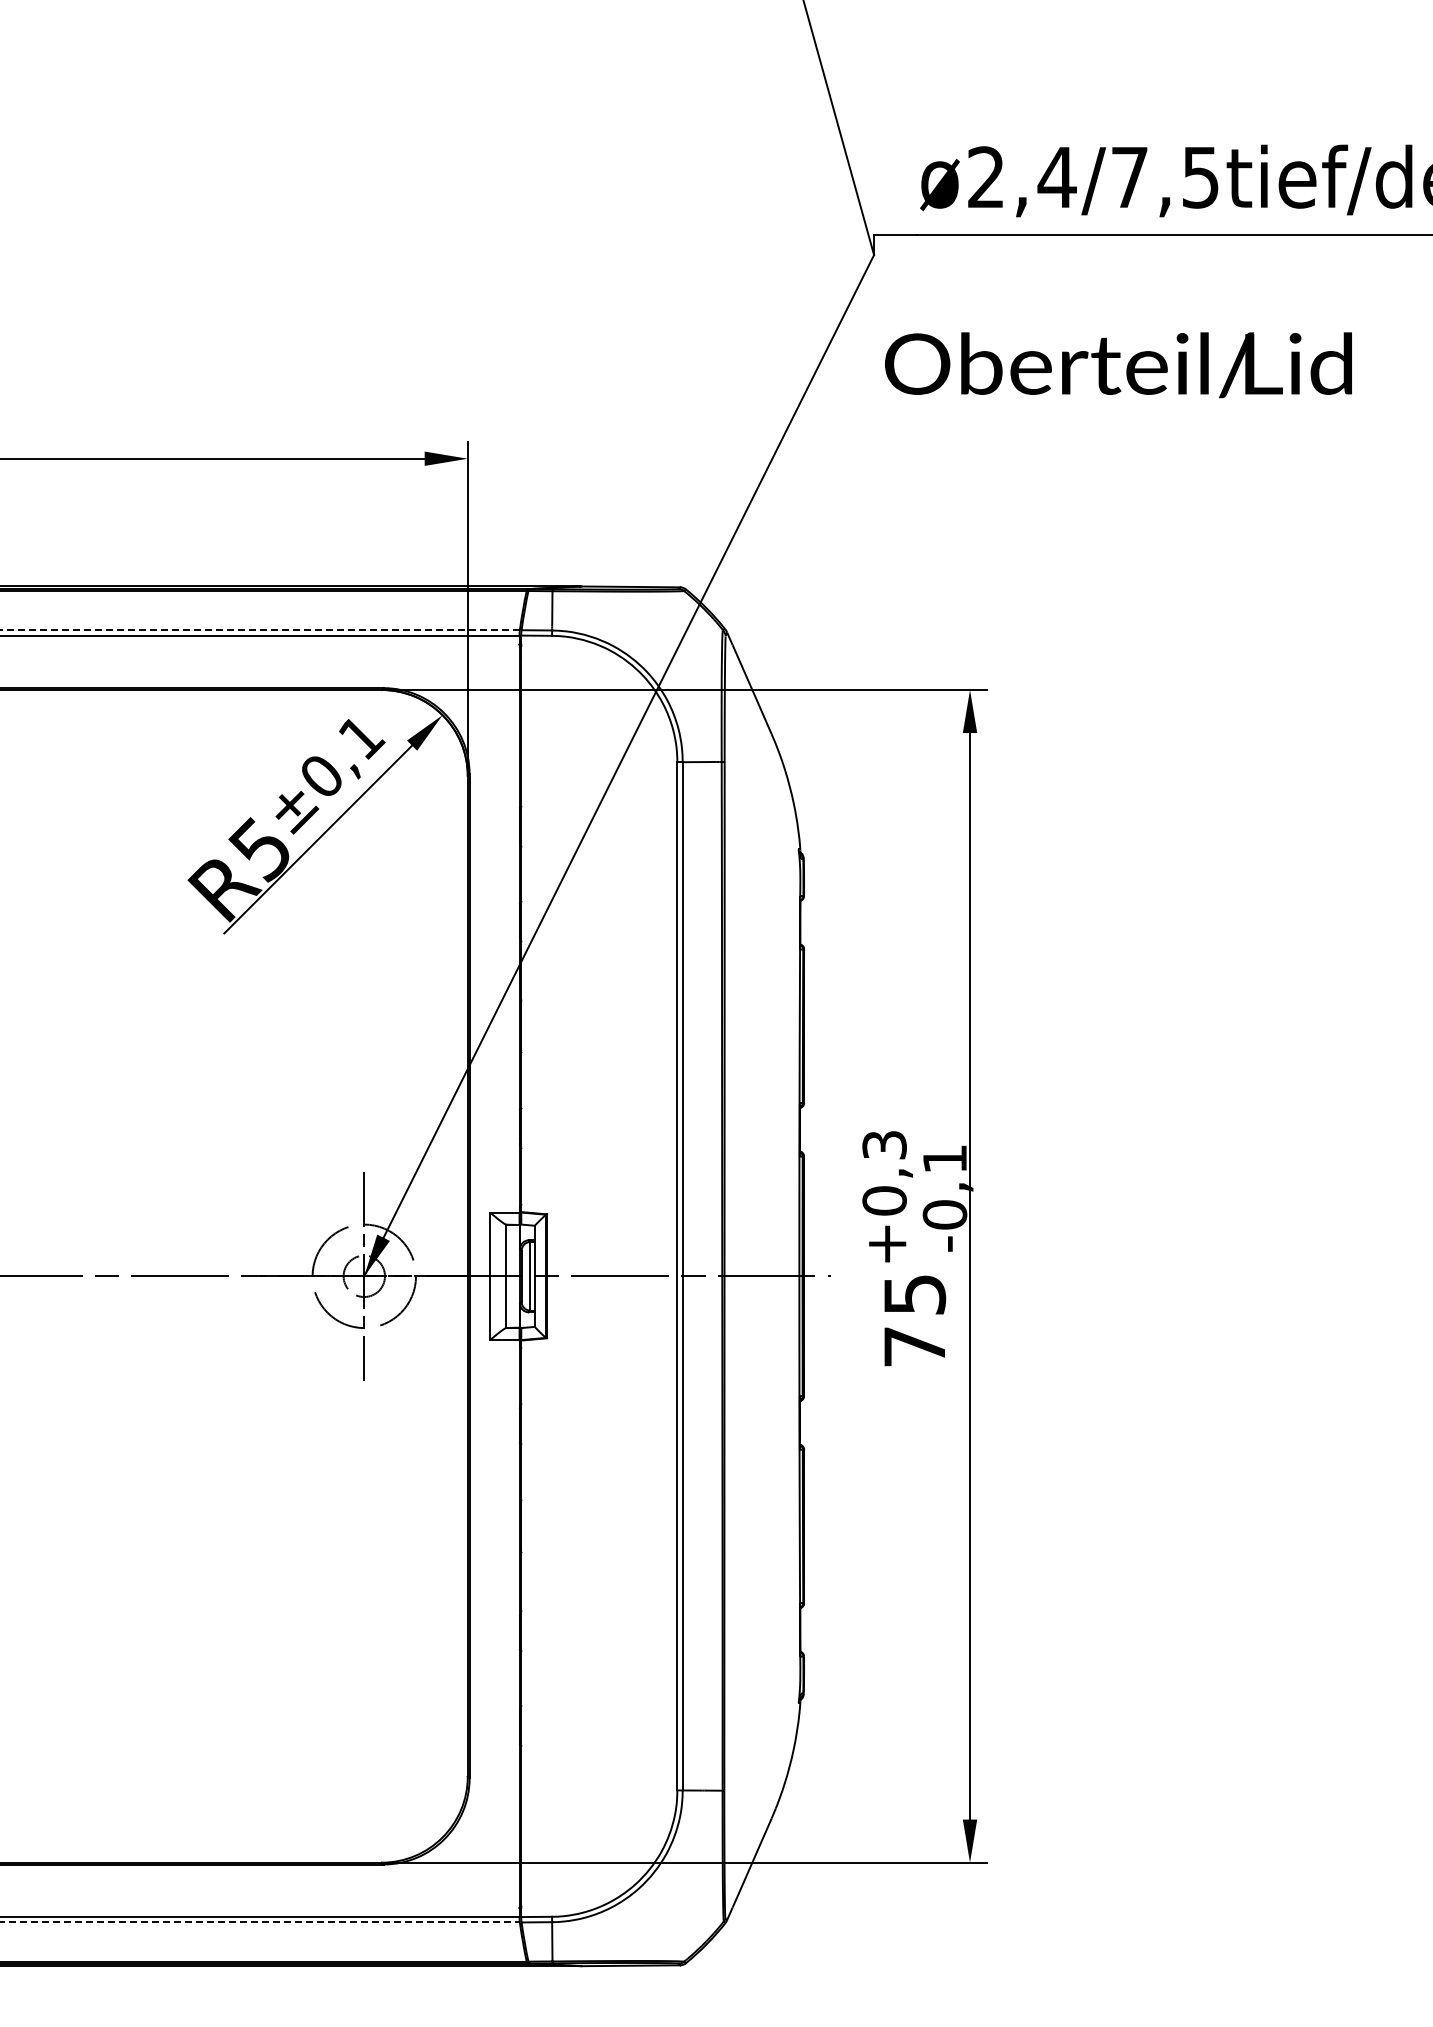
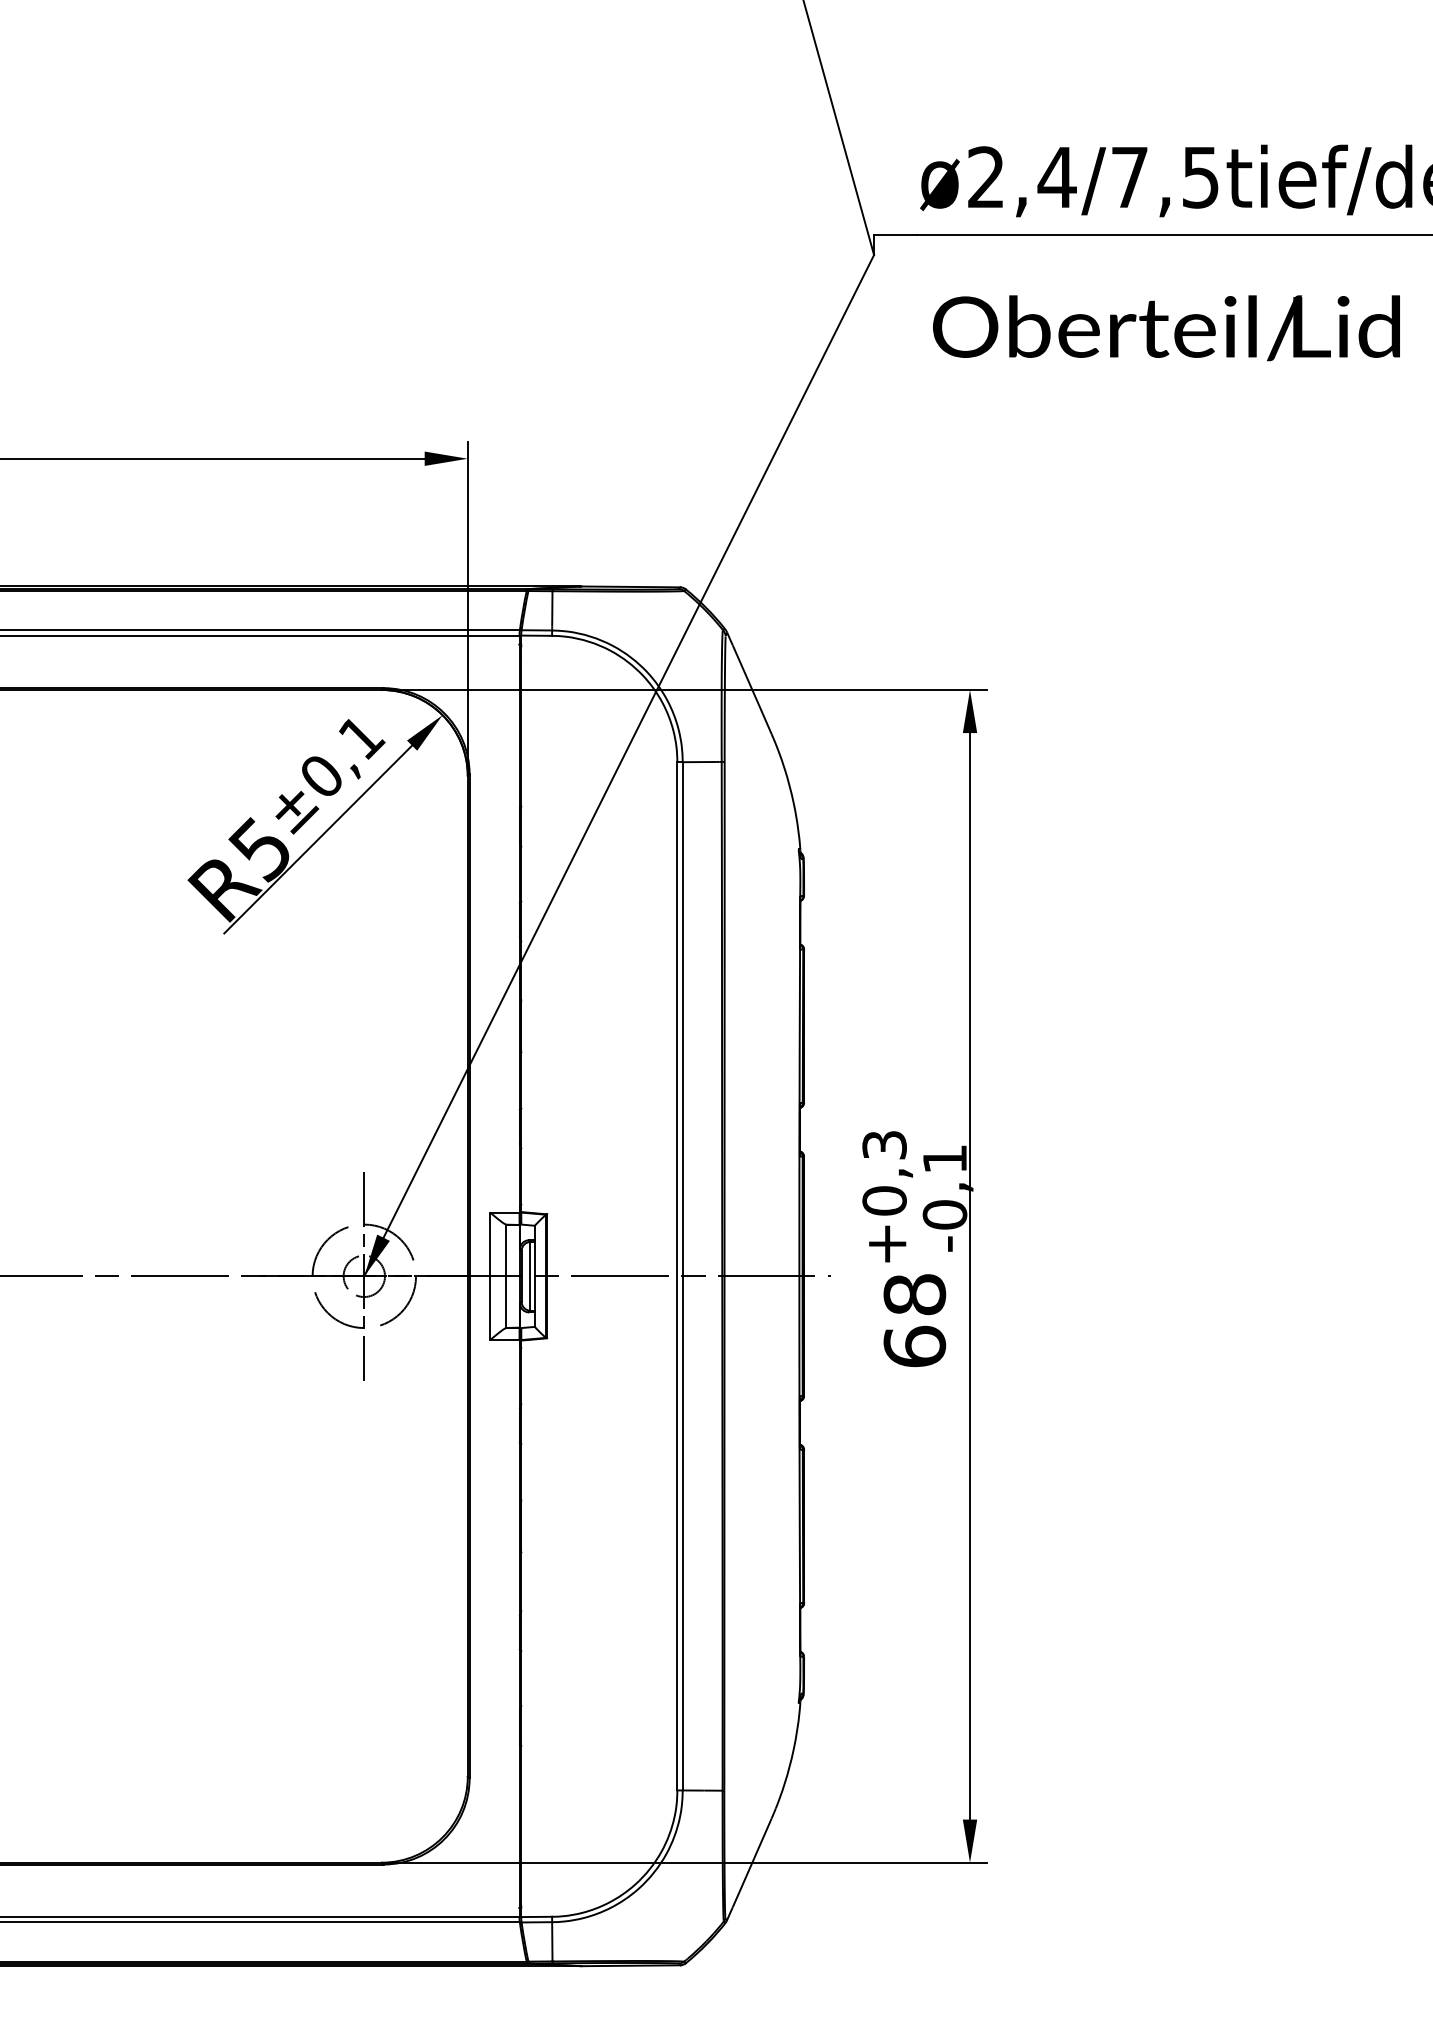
text at (1118, 365) position: (1118, 365) -> (1166, 328)
line at (259, 630): dashed -> solid
text at (914, 1320): 75 -> 68
line at (259, 1922): dashed -> solid
